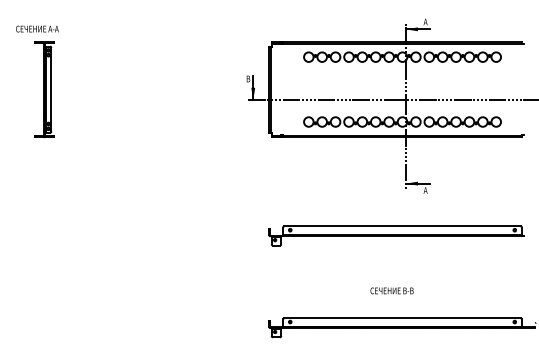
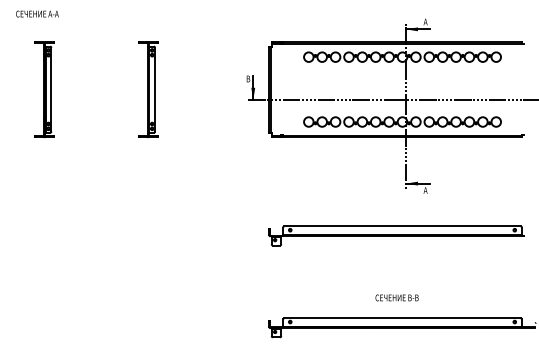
text at (37, 28) position: (37, 28) -> (37, 13)
part at (148, 89): none -> present
text at (391, 290) position: (391, 290) -> (396, 297)
